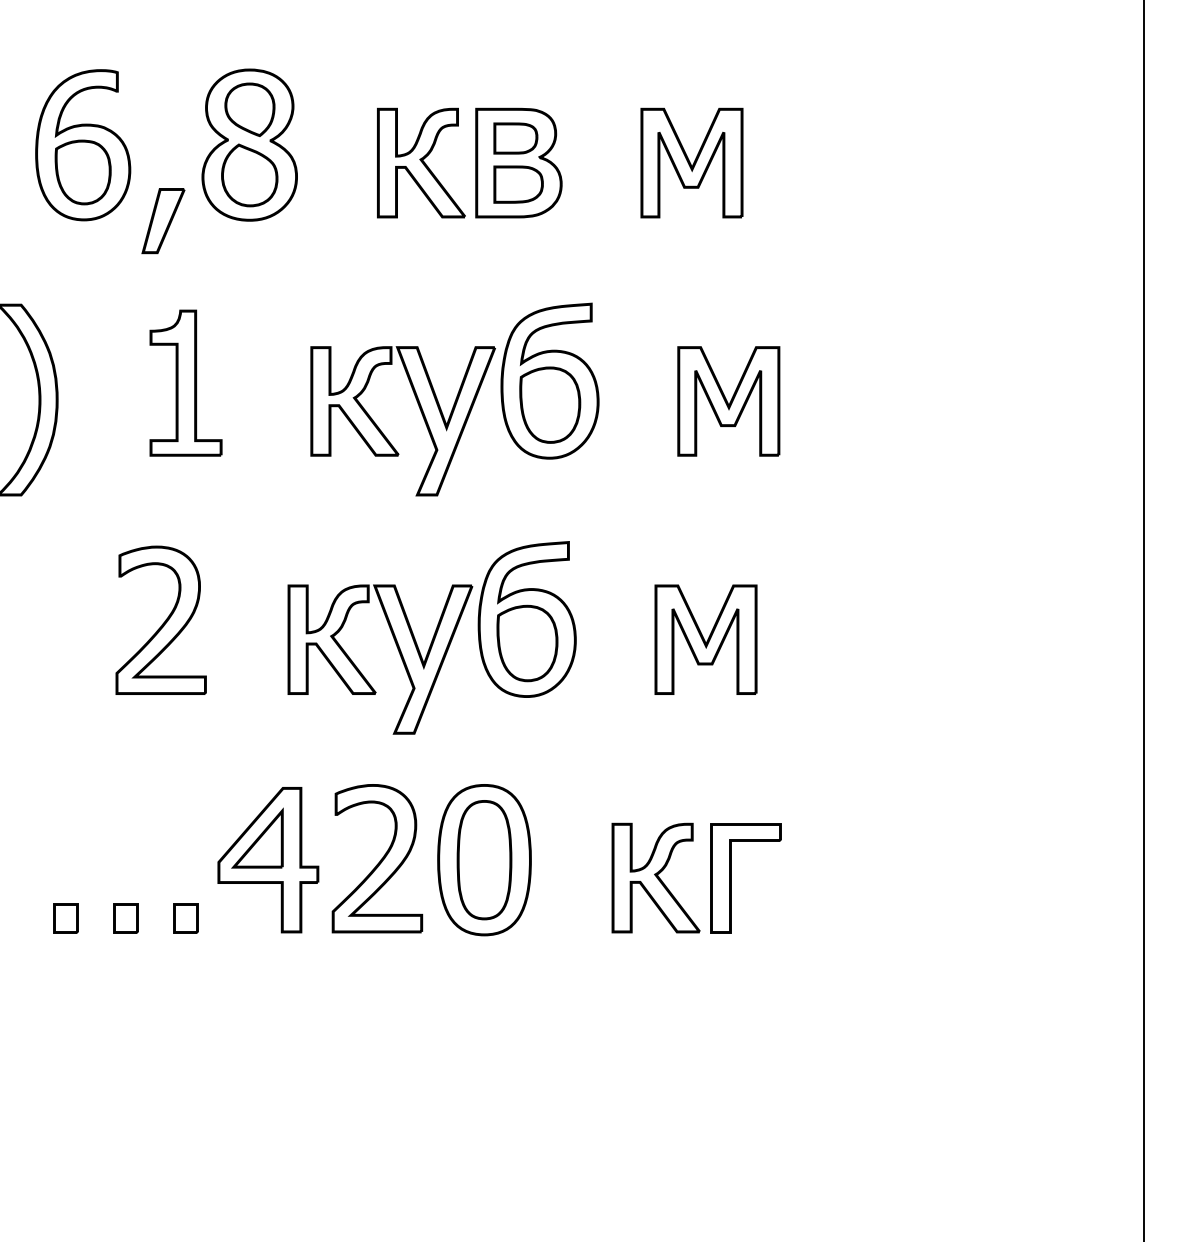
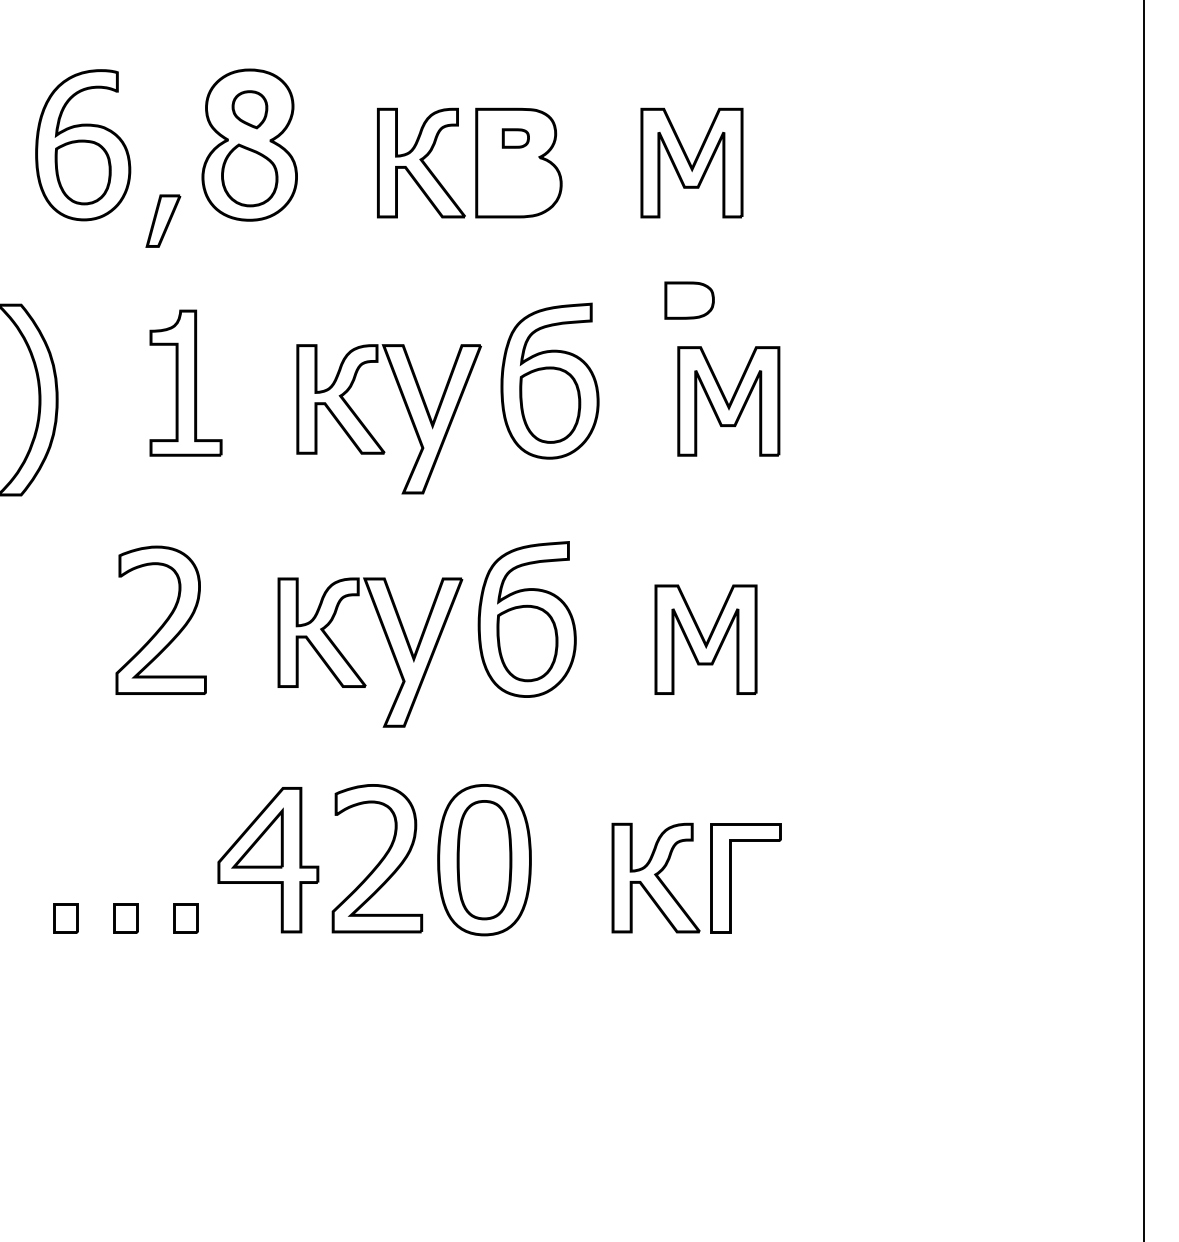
part at (249, 109) size: 52x55 px -> 38x40 px
part at (515, 138) size: 46x33 px -> 29x21 px
part at (518, 184) position: (518, 184) -> (689, 300)
part at (163, 221) size: 45x67 px -> 37x54 px
part at (421, 414) position: (421, 414) -> (407, 412)
part at (398, 652) position: (398, 652) -> (388, 645)
